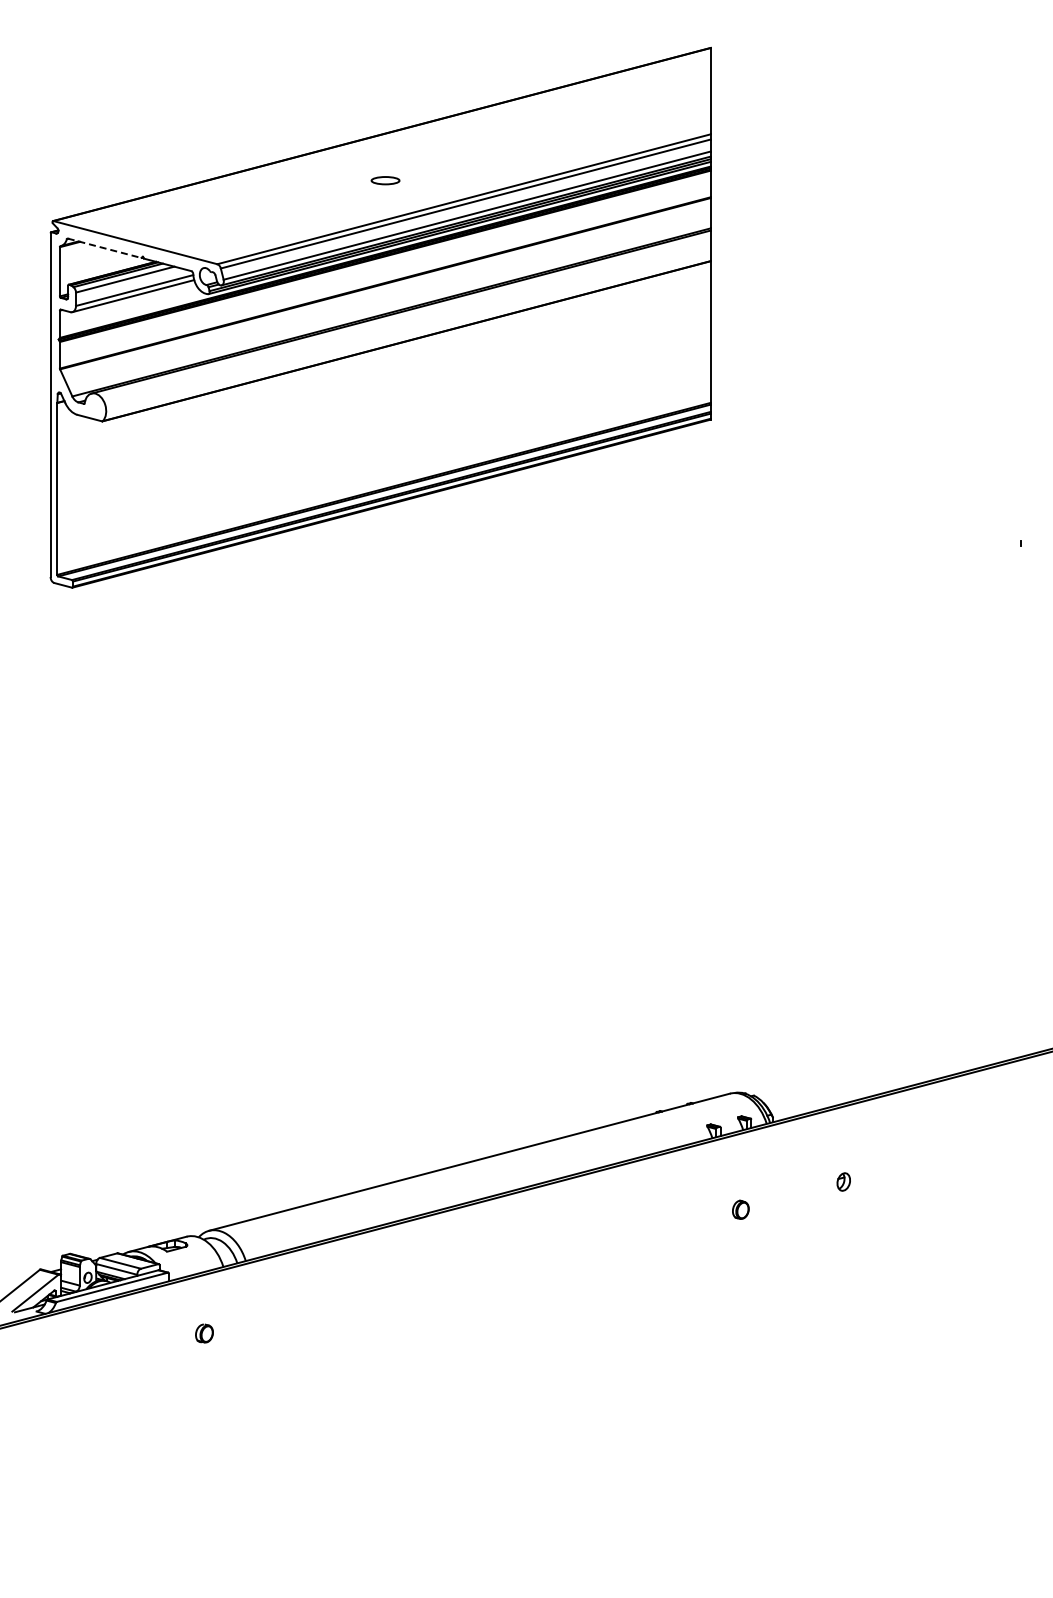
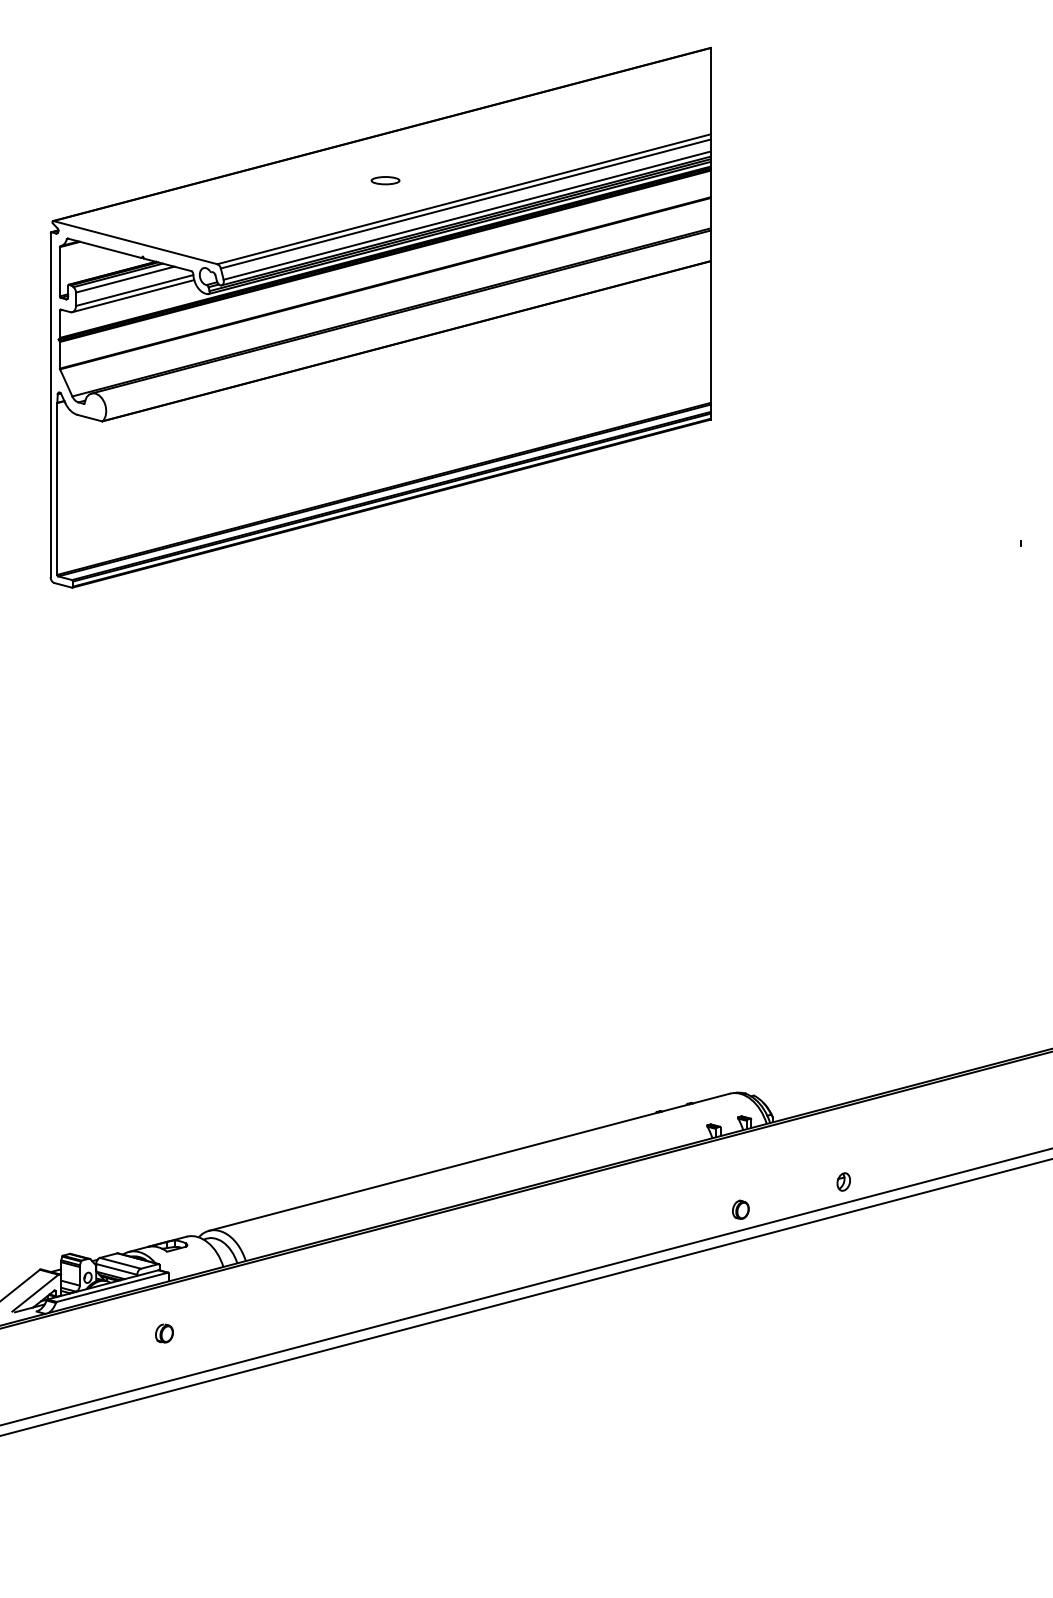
line at (105, 248): dashed -> solid
line at (525, 1286): none -> present
line at (525, 1297): none -> present
part at (204, 1333) position: (204, 1333) -> (164, 1333)
